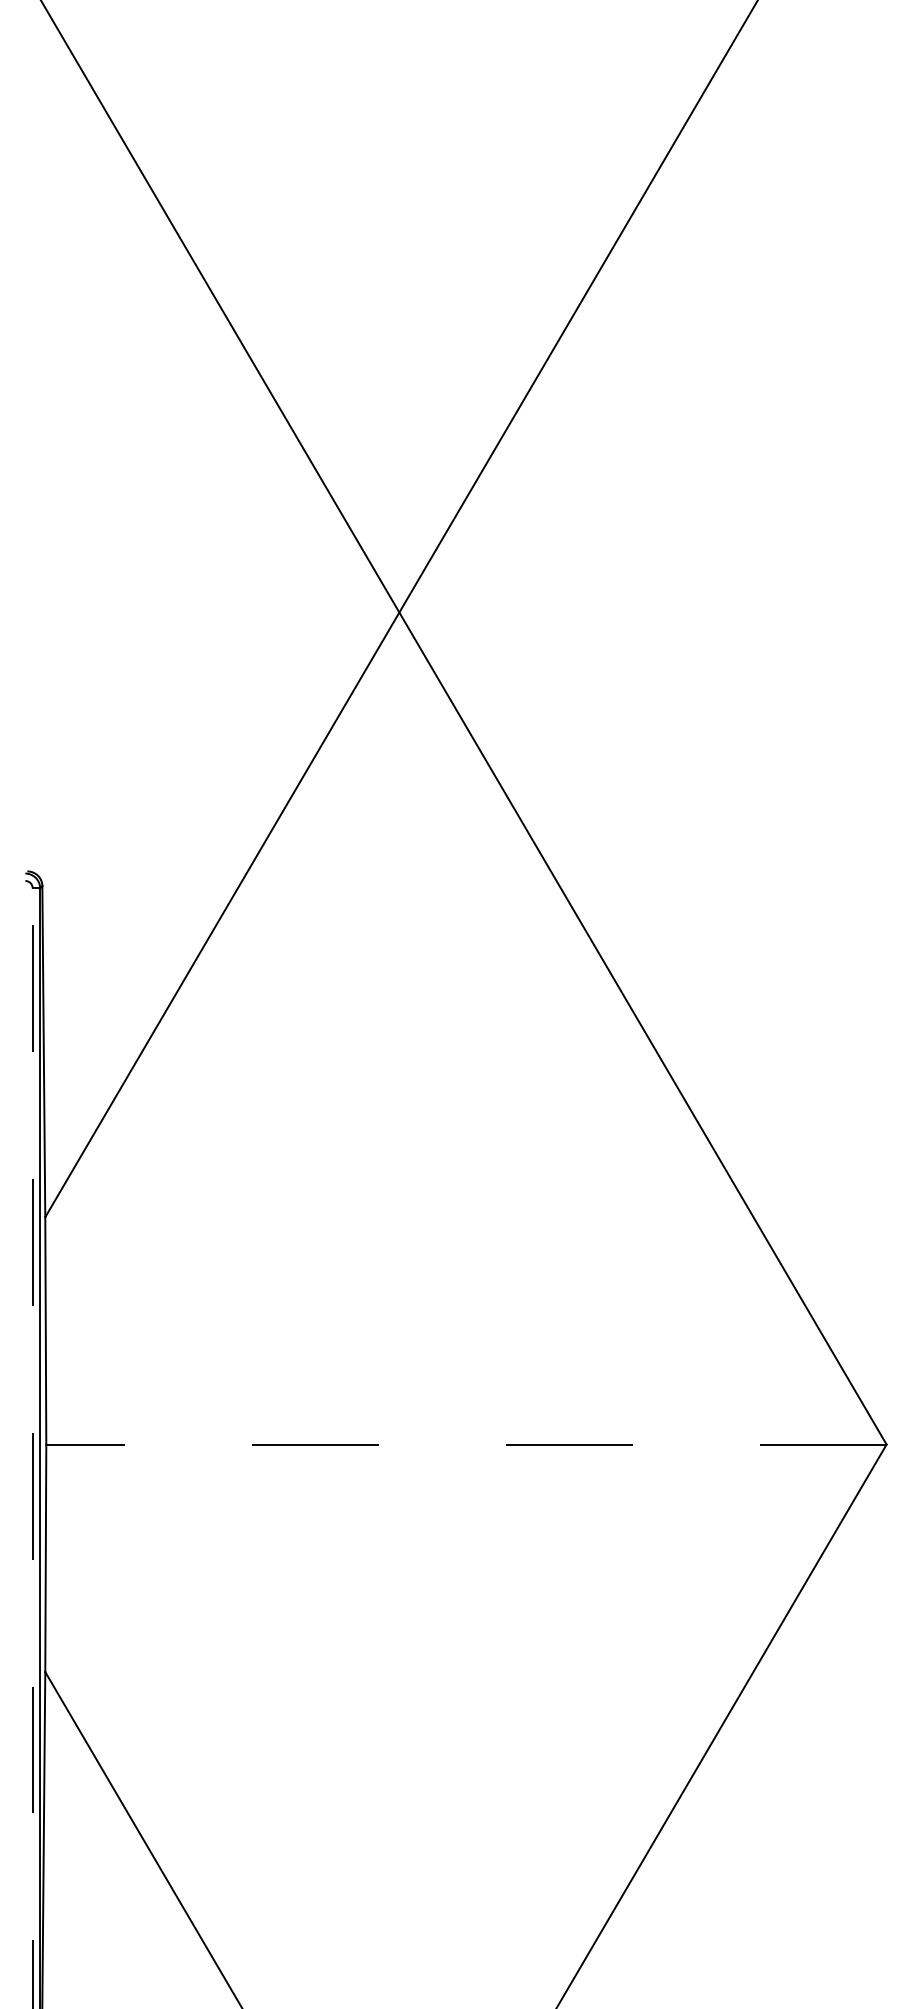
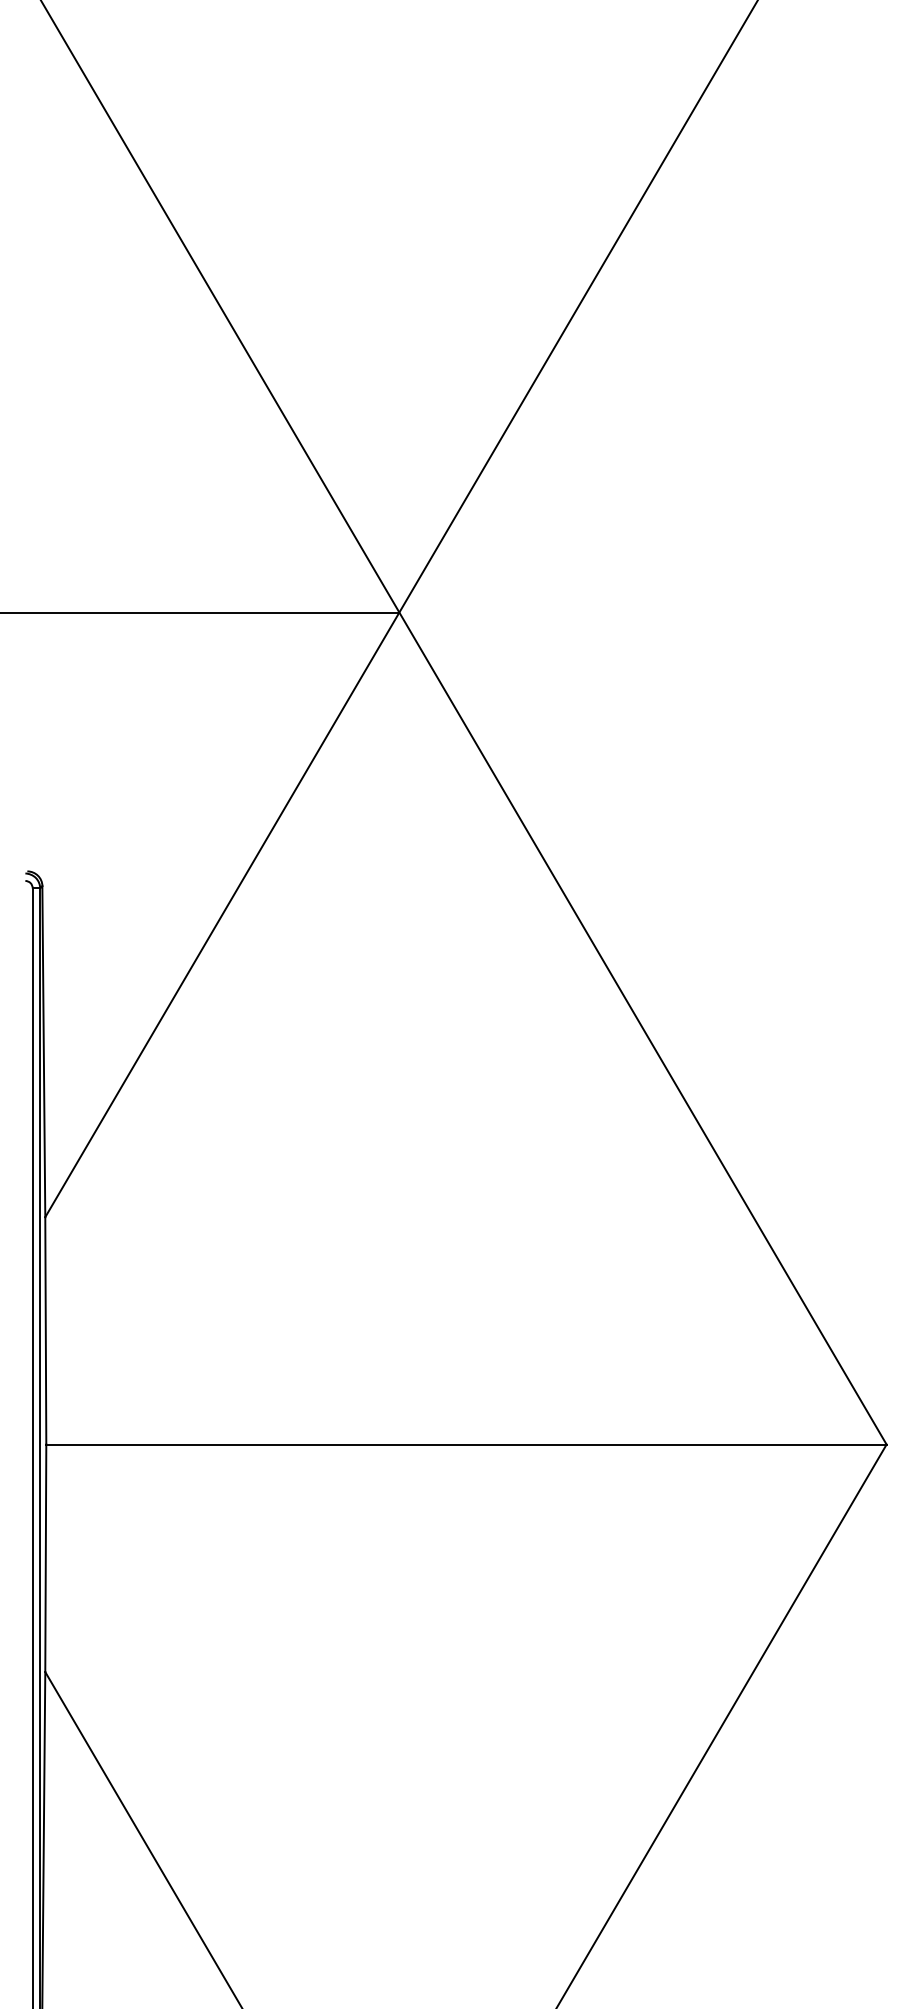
line at (200, 612): none -> present
line at (465, 1444): dashed -> solid
line at (32, 1448): dashed -> solid
